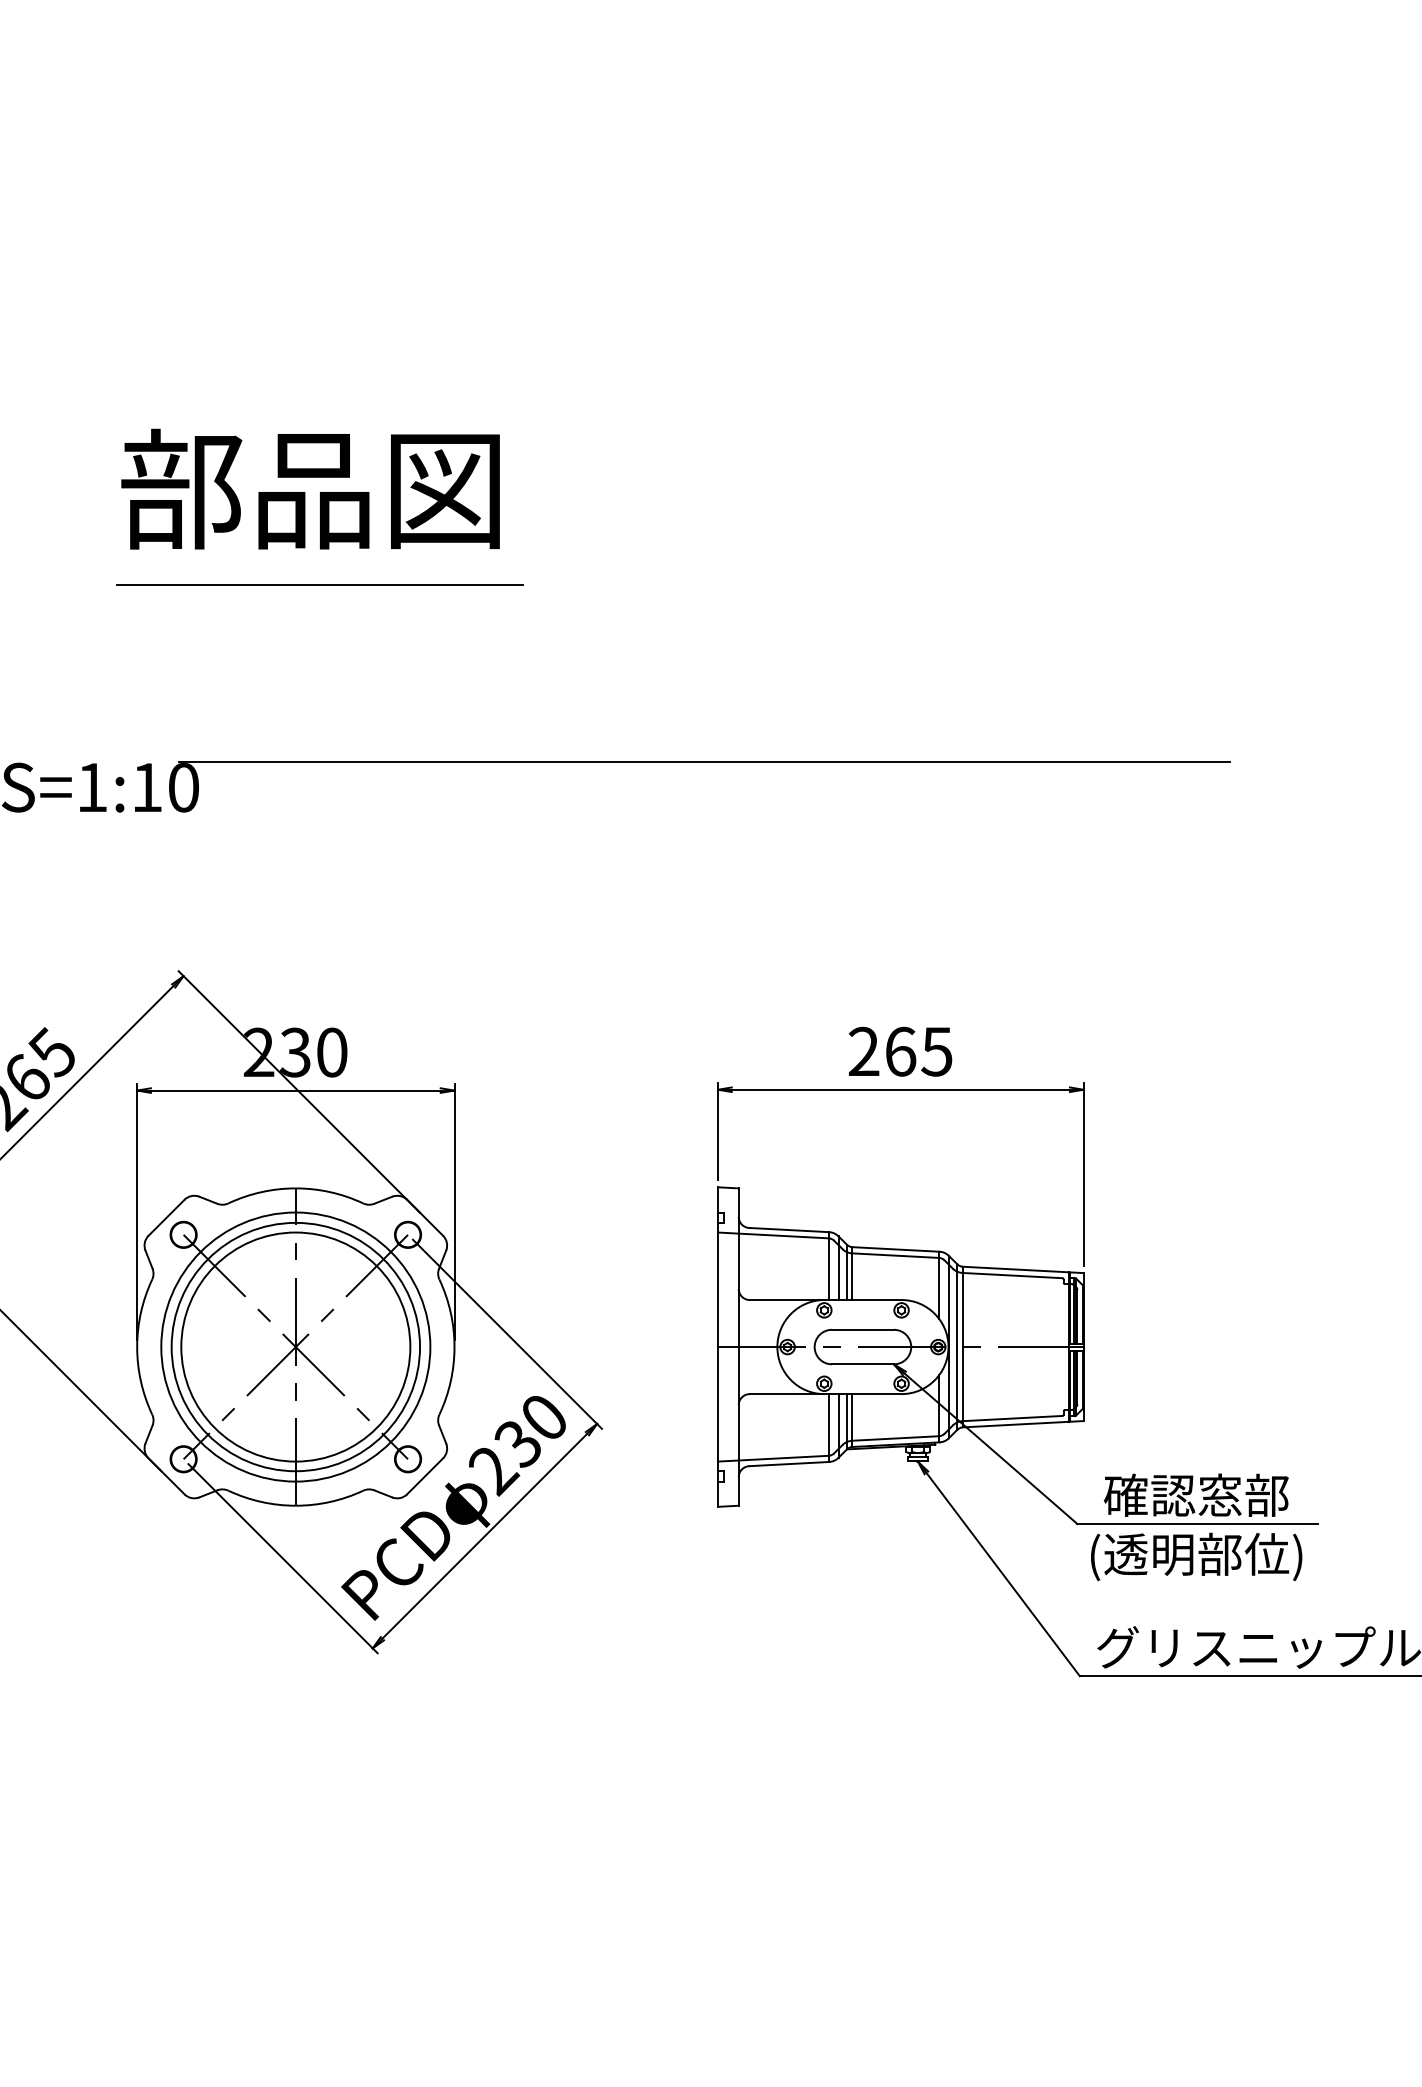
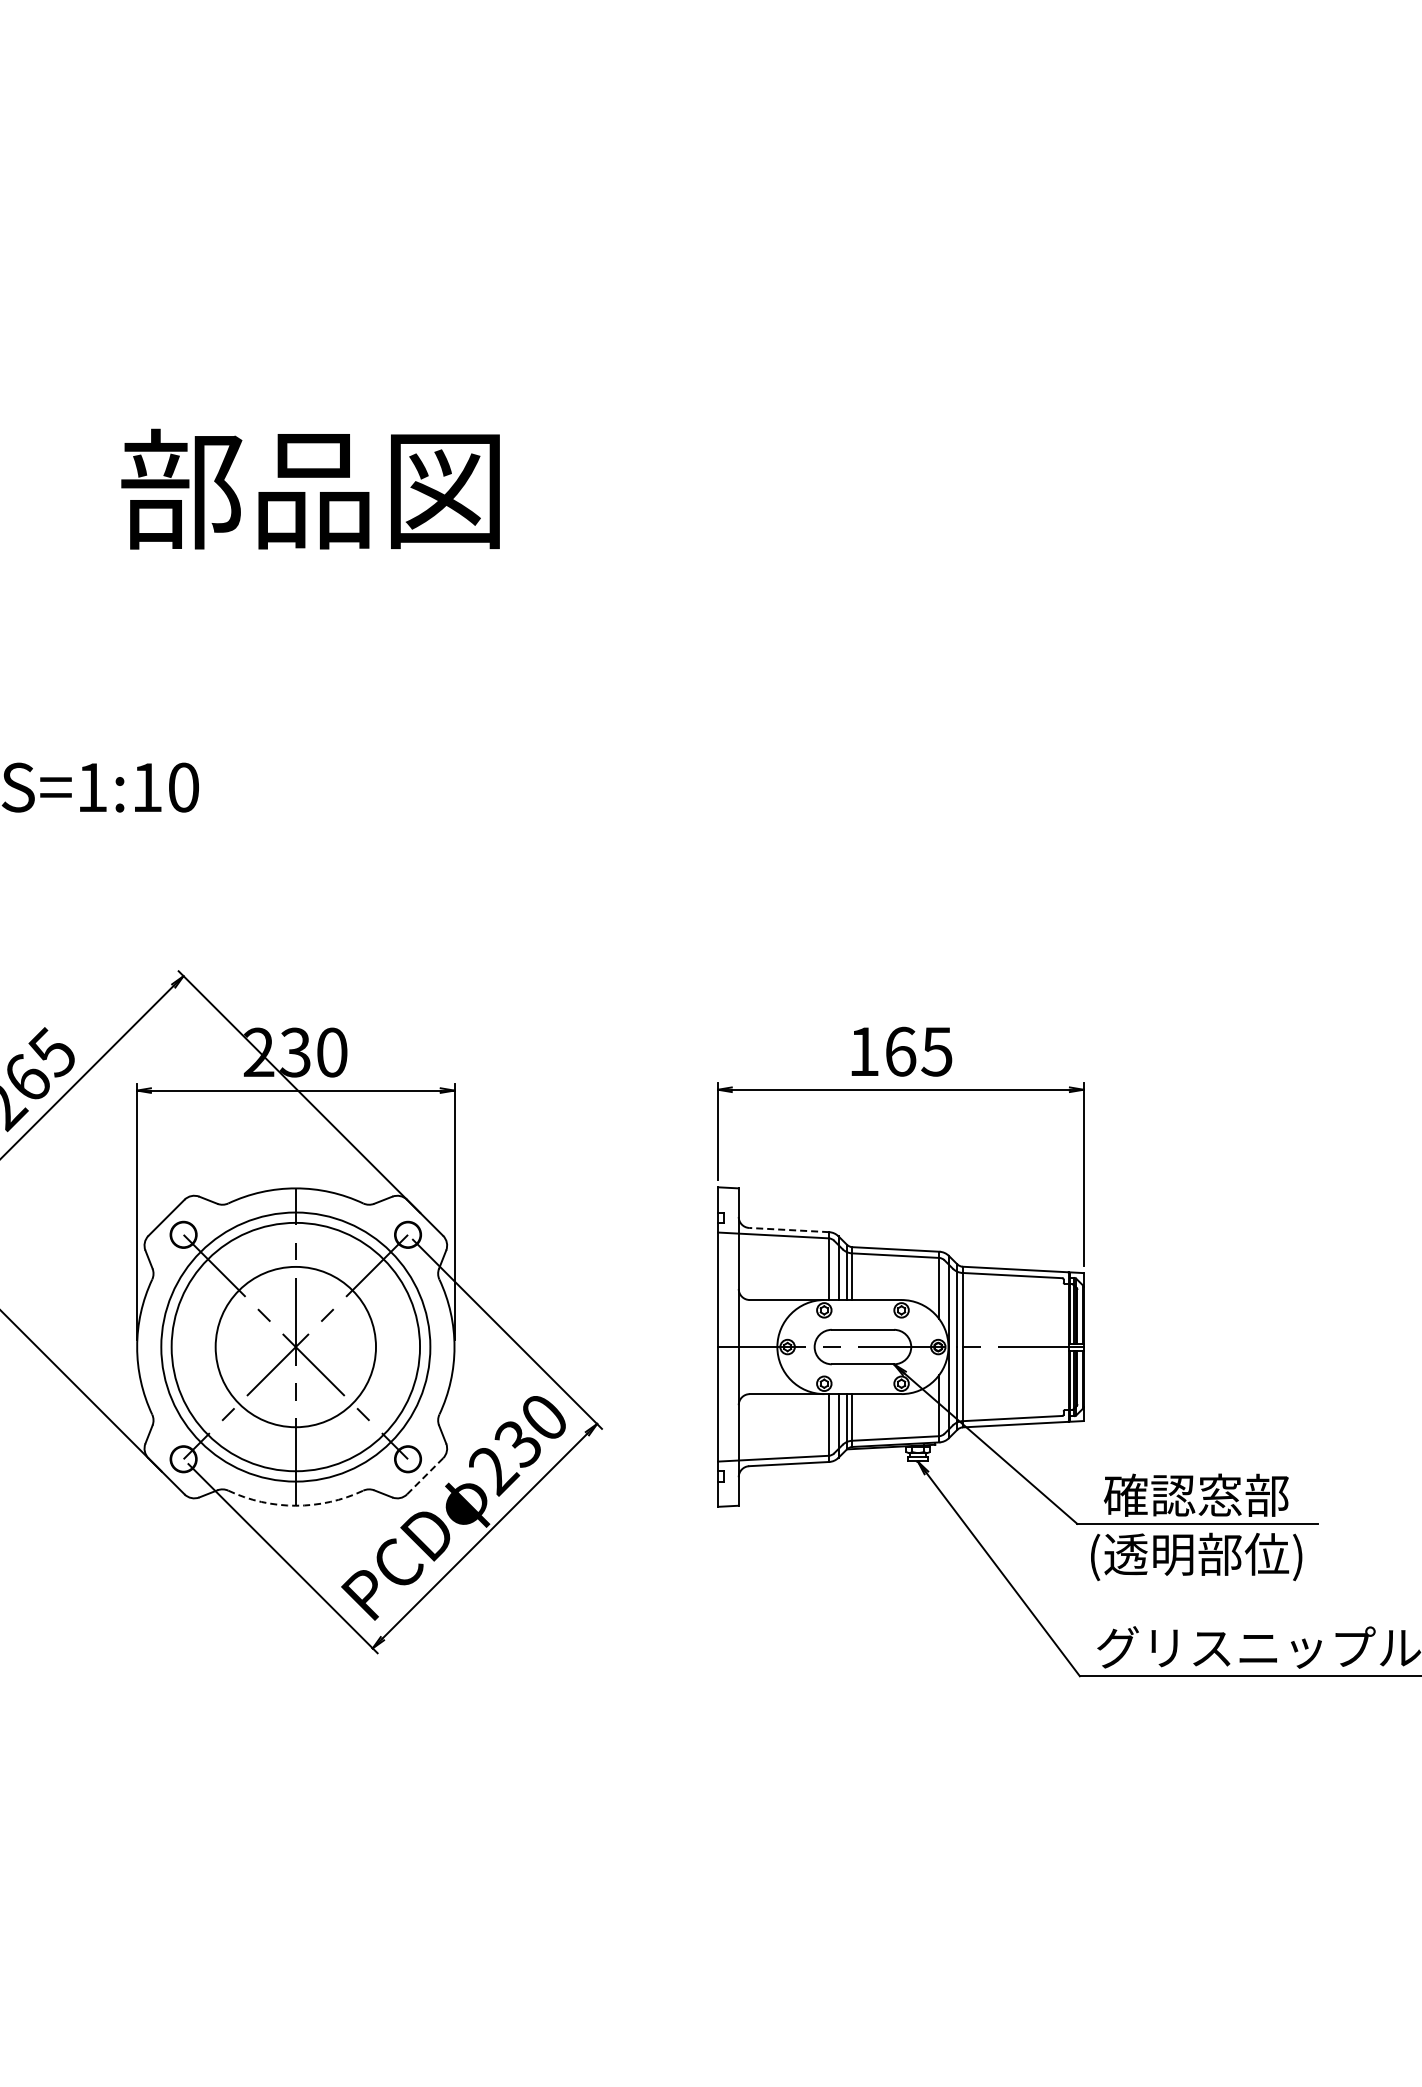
line at (319, 584): present -> none
line at (704, 761): present -> none
text at (863, 1050): 265 -> 165
line at (789, 1230): solid -> dashed
circle at (295, 1346) diameter: 229 px -> 160 px
line at (425, 1475): solid -> dashed
arc at (295, 1505): solid -> dashed
